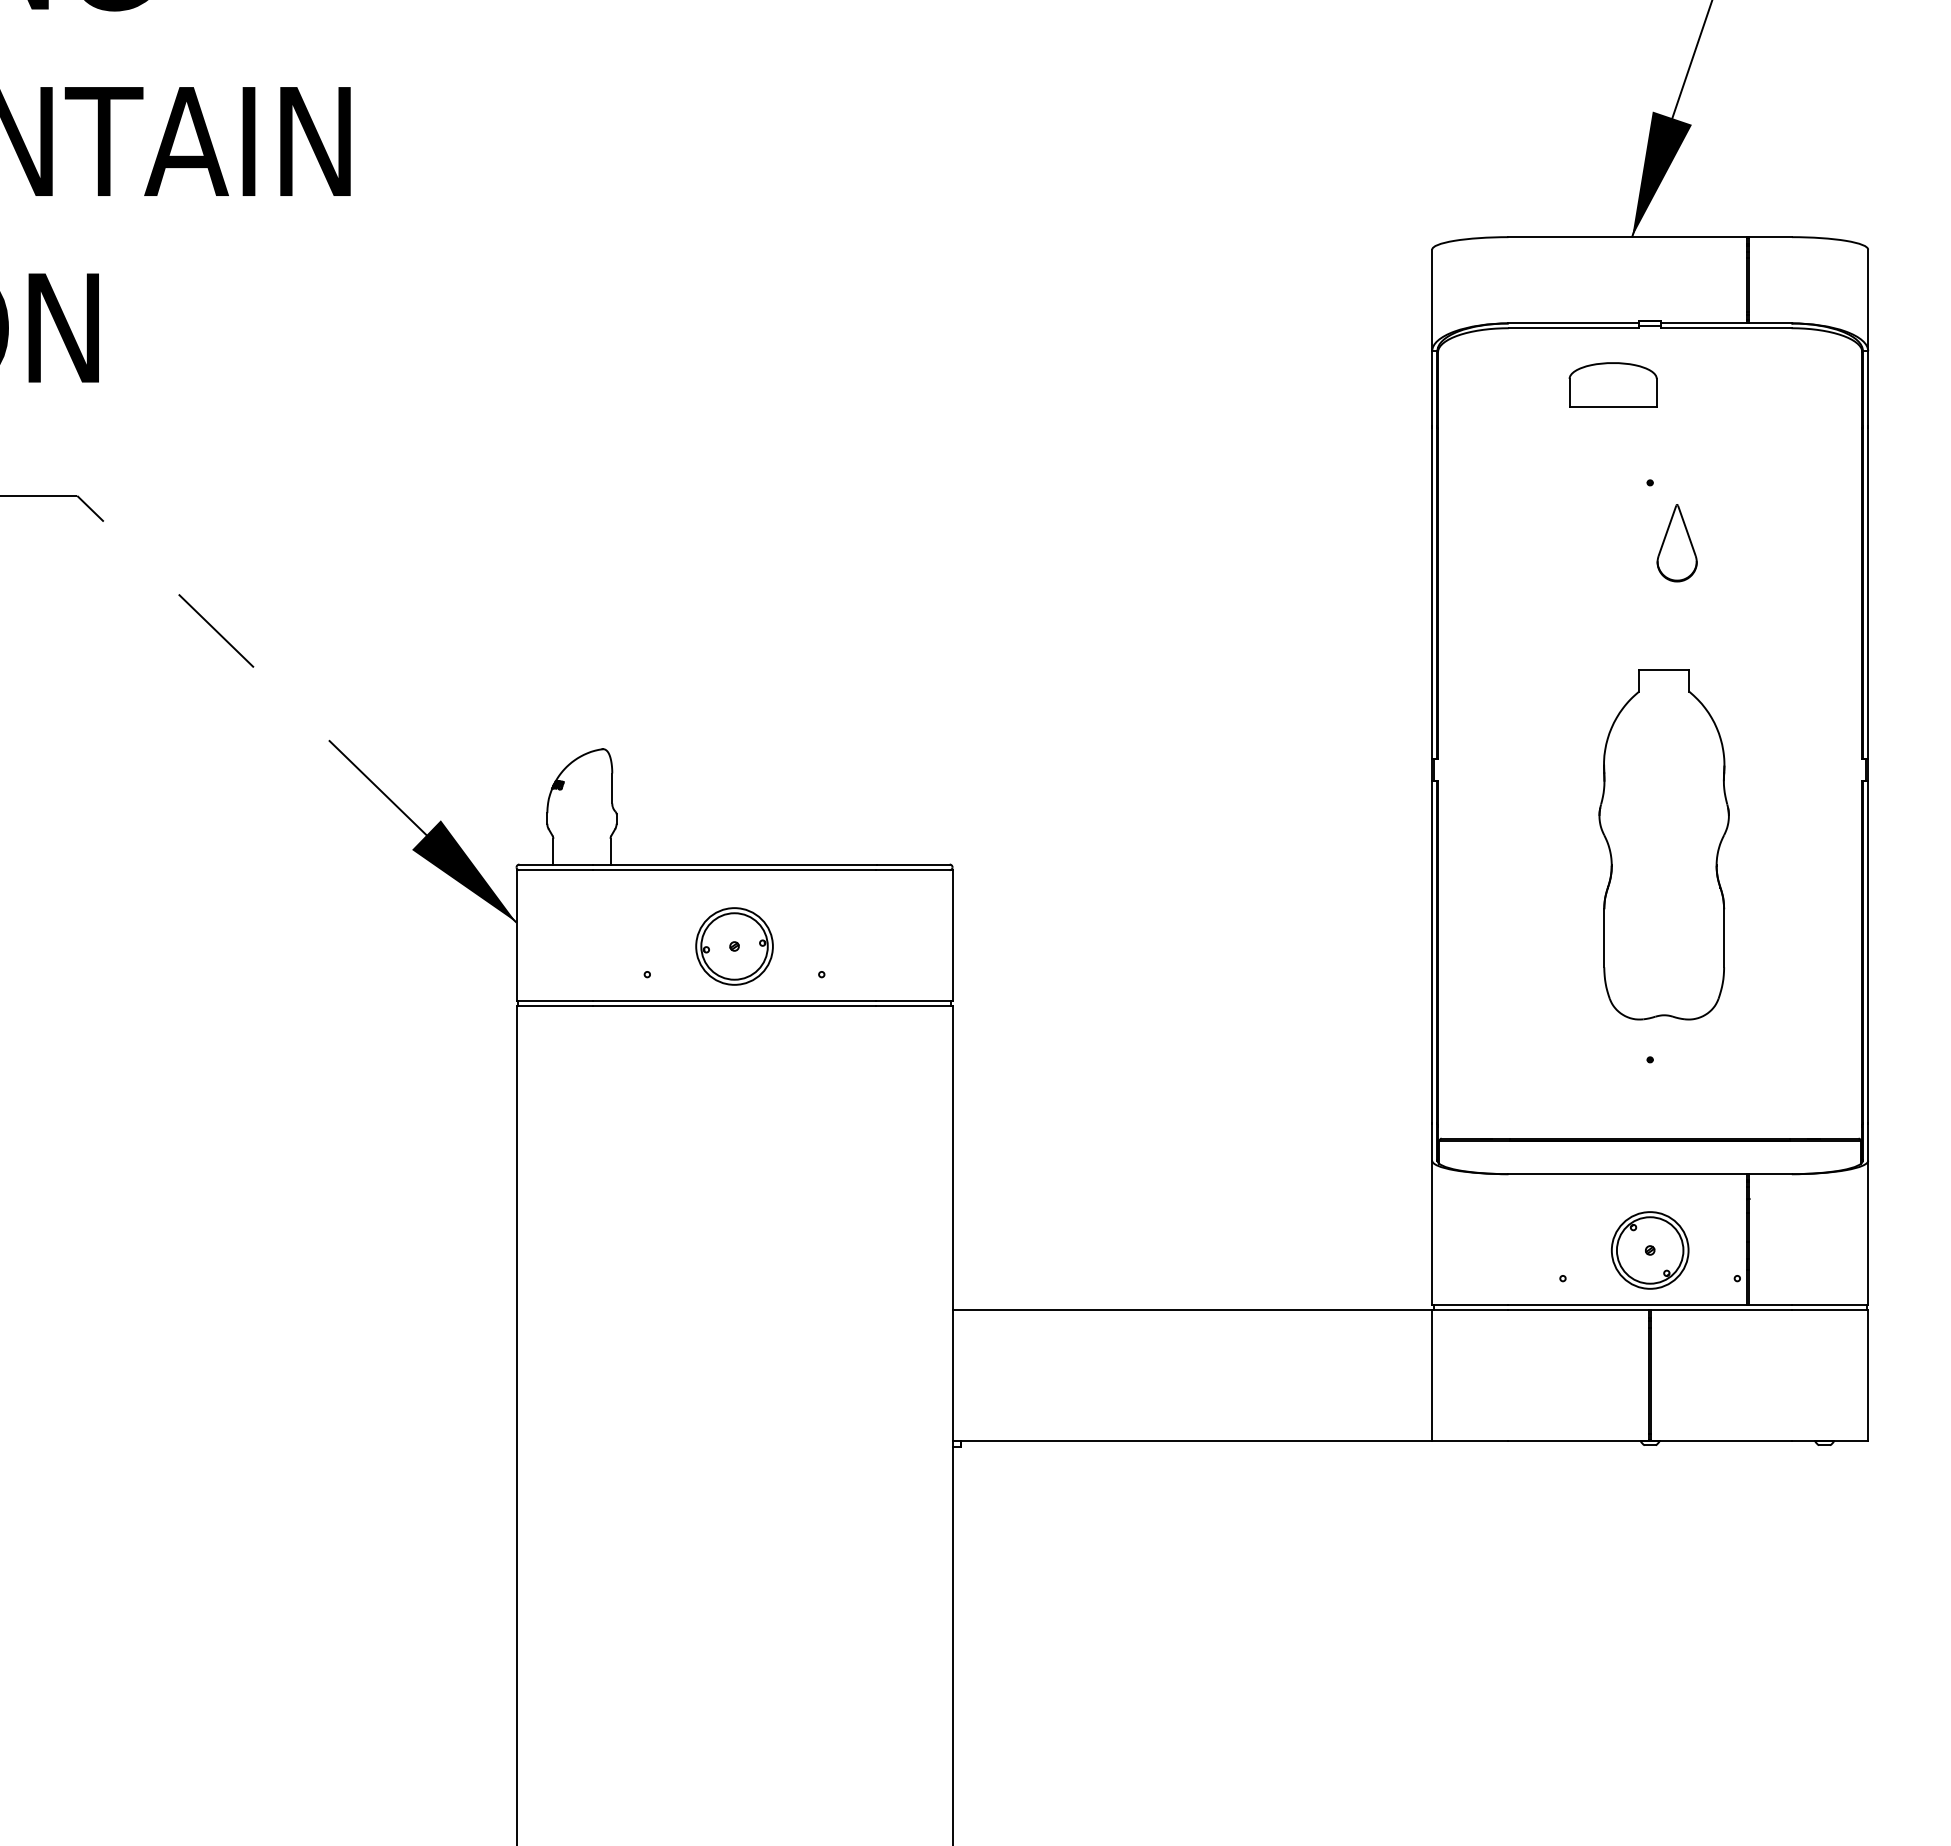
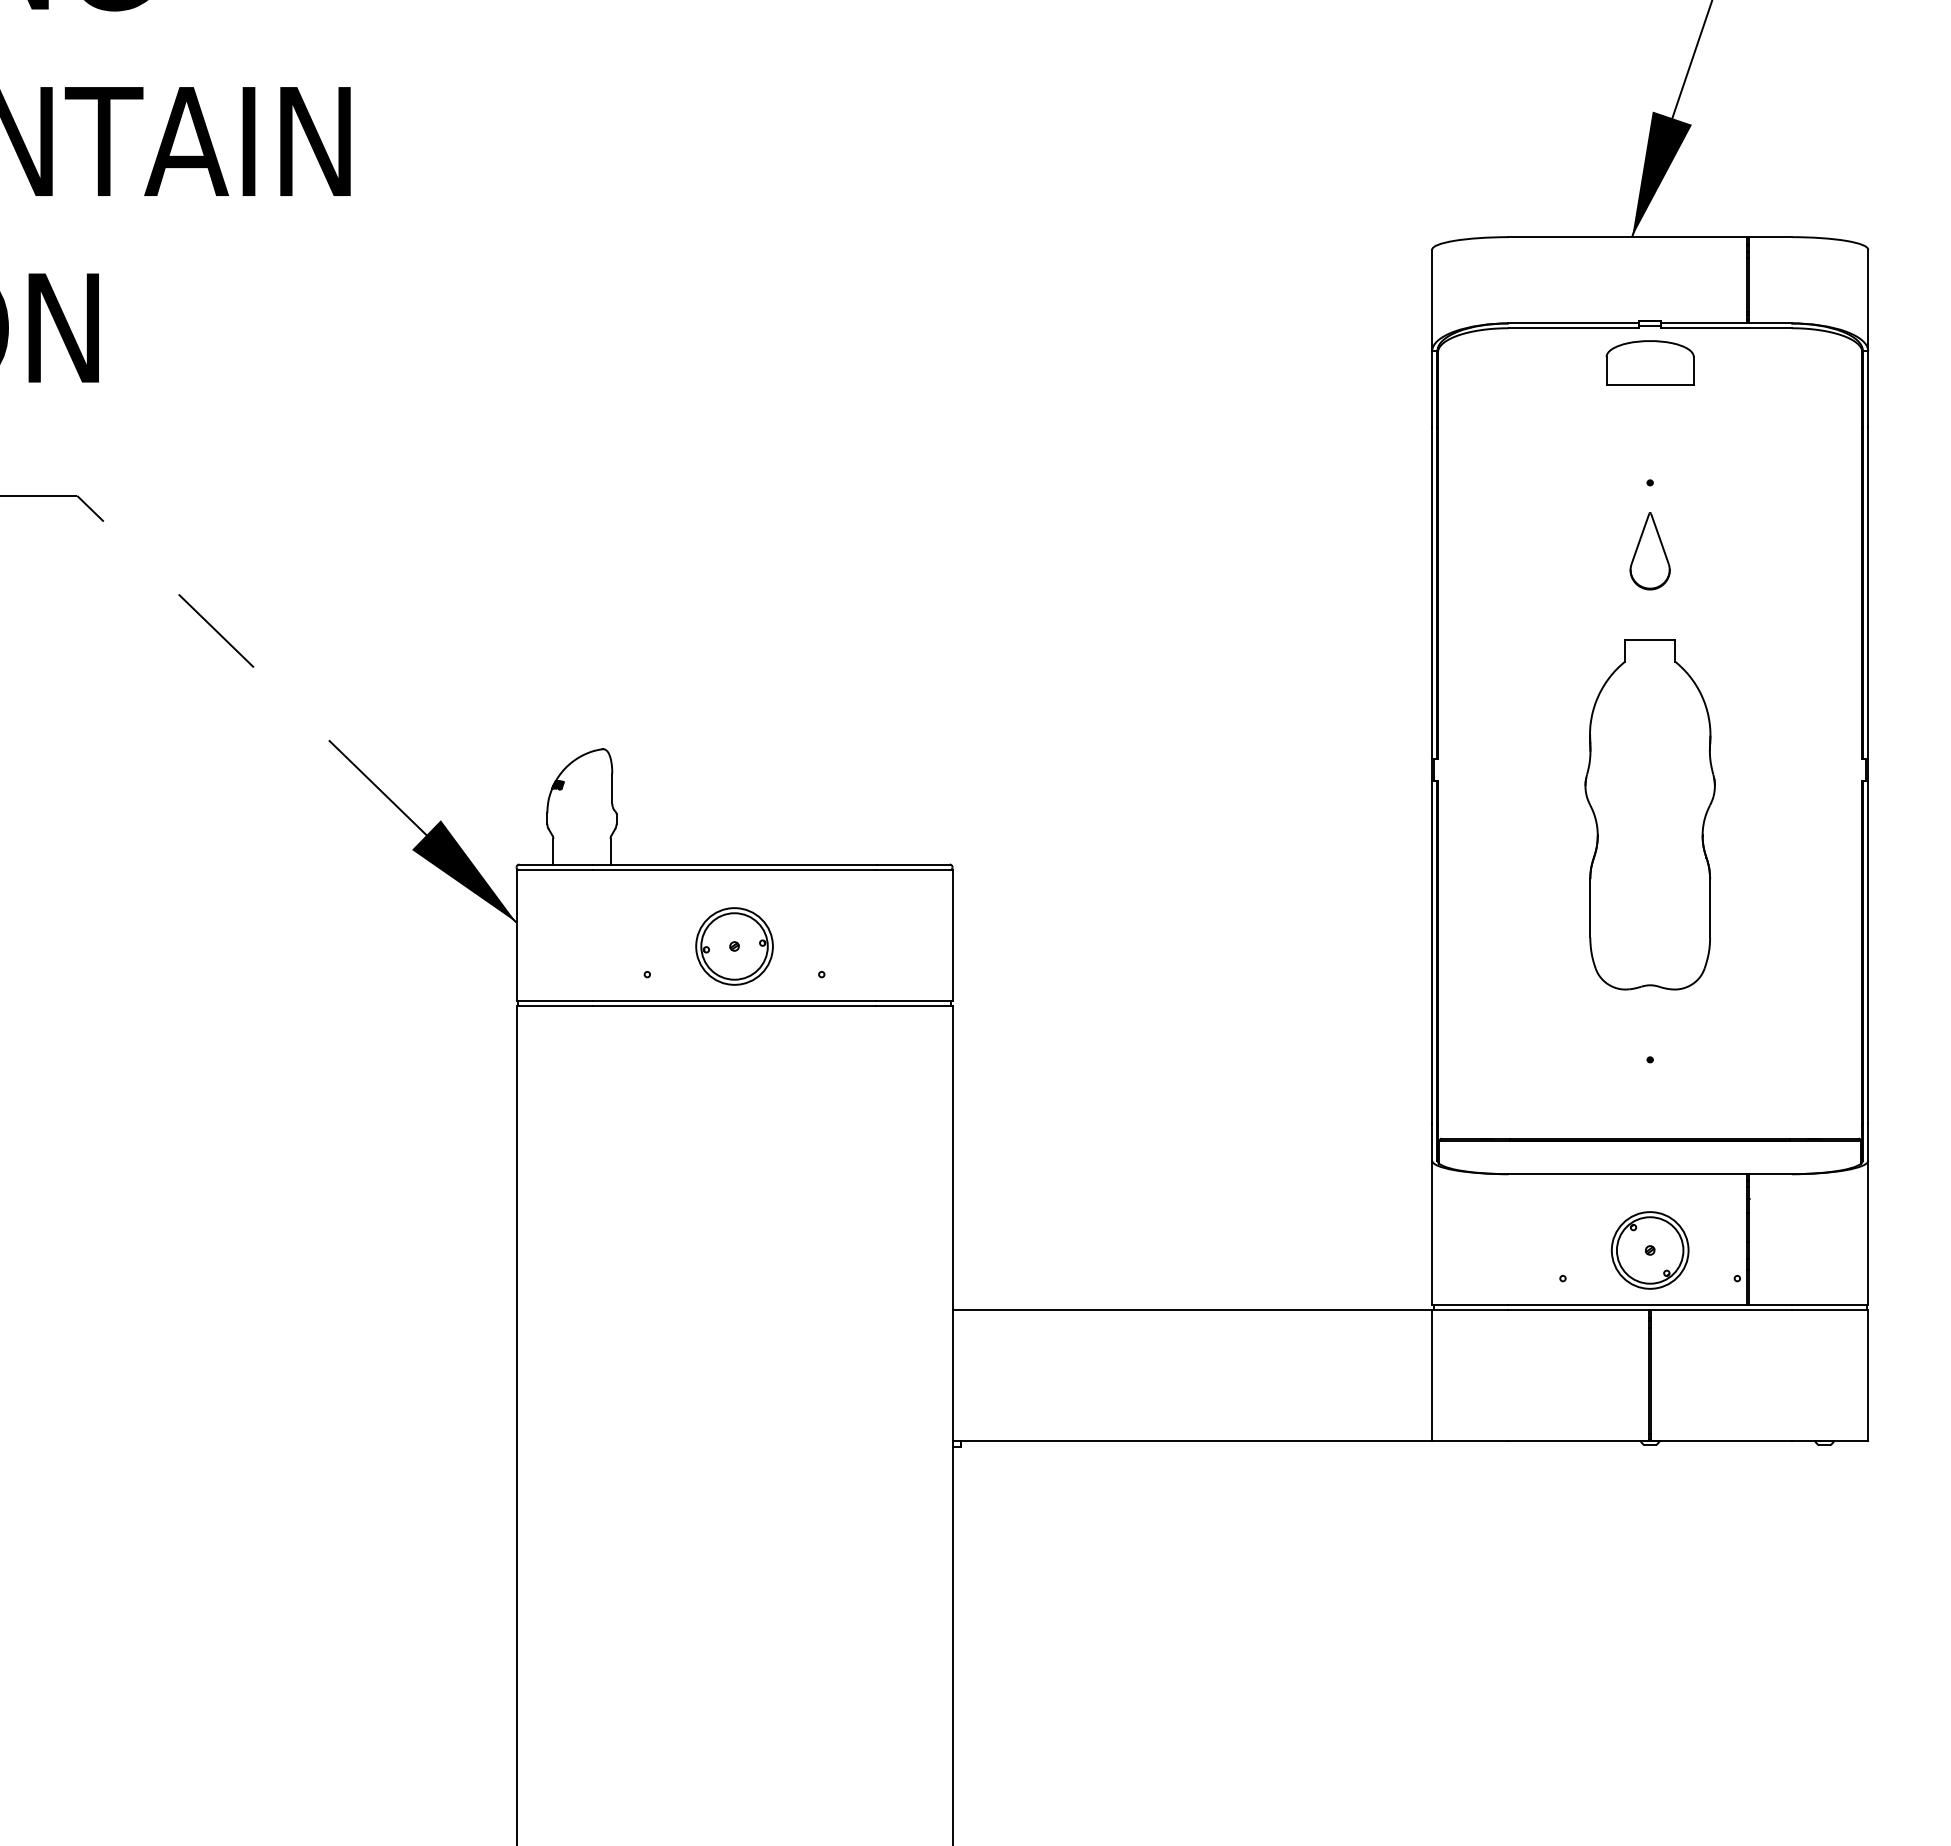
part at (1612, 384) position: (1612, 384) -> (1649, 362)
part at (1676, 543) position: (1676, 543) -> (1649, 551)
part at (1663, 844) position: (1663, 844) -> (1649, 814)
